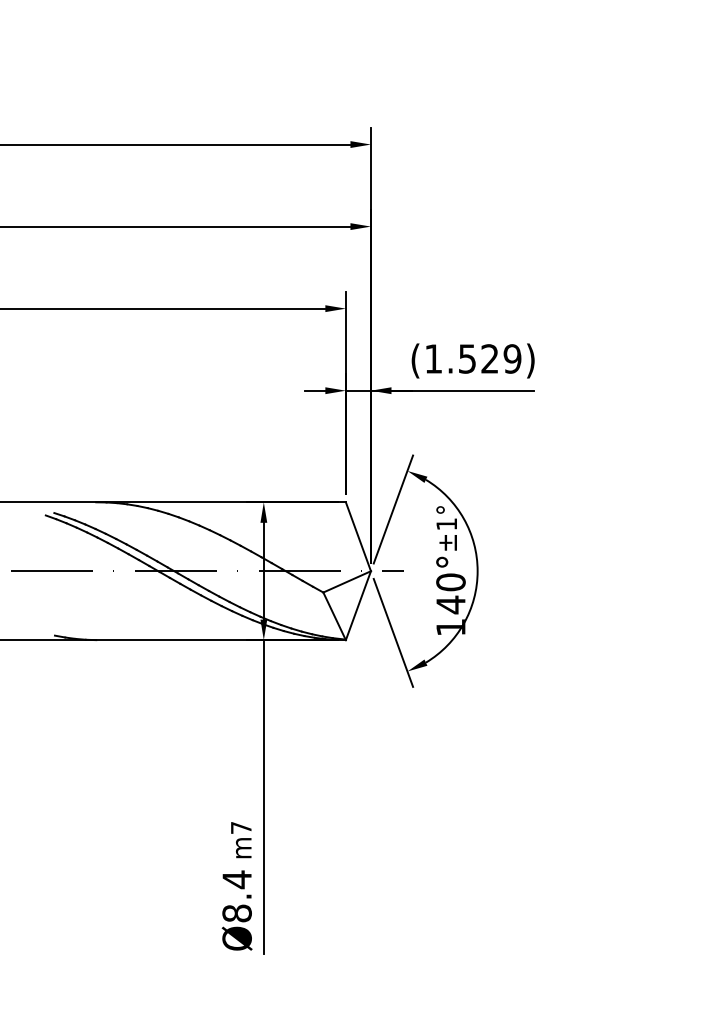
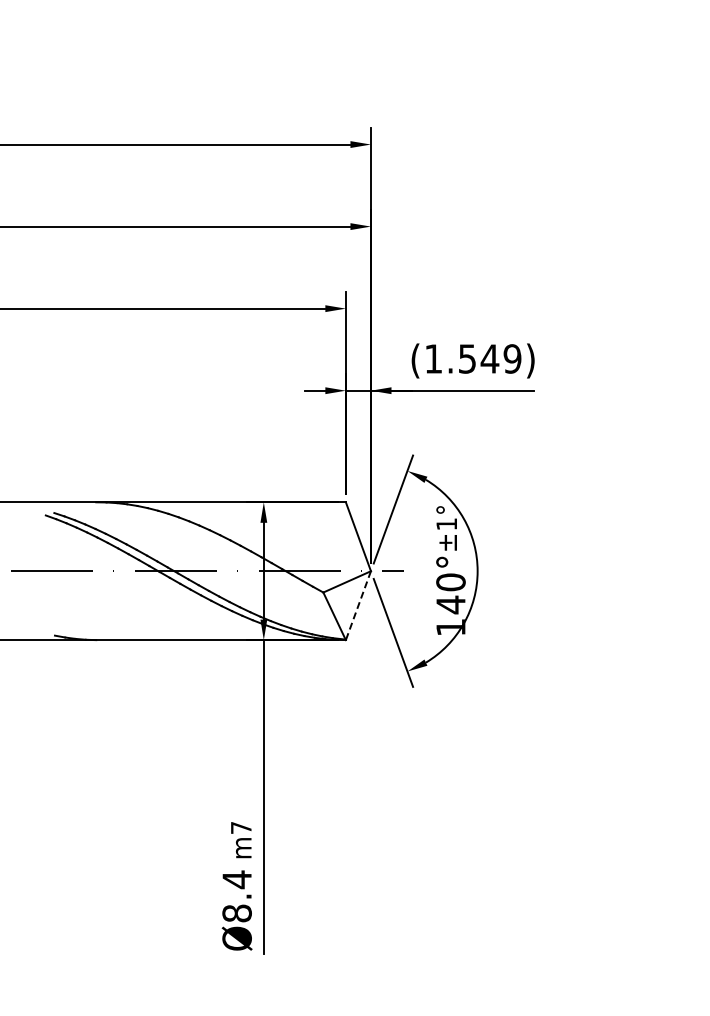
text at (489, 358): (1.529) -> (1.549)
line at (358, 605): solid -> dashed
